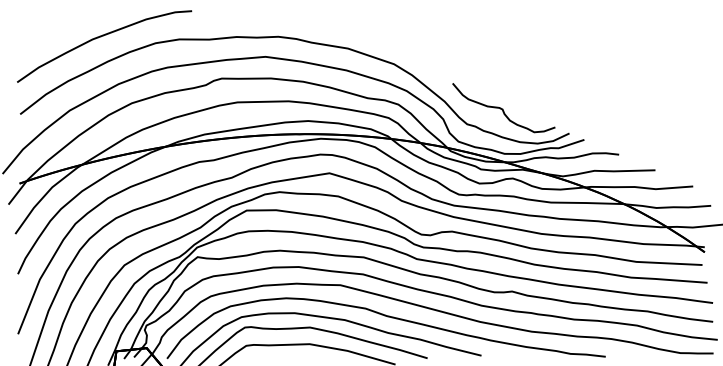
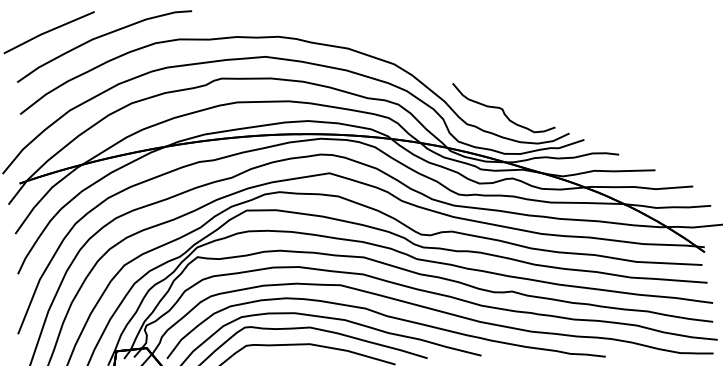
line at (48, 32): none -> present
